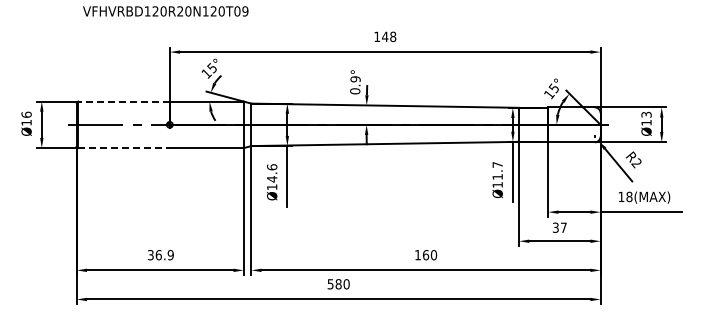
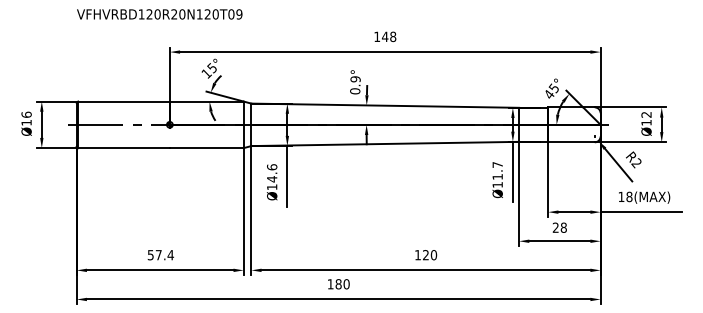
text at (165, 11) position: (165, 11) -> (159, 14)
text at (549, 94): 15° -> 45°
line at (124, 101): dashed -> solid
text at (646, 114): Ø13 -> Ø12
line at (124, 148): dashed -> solid
text at (559, 227): 37 -> 28
text at (161, 255): 36.9 -> 57.4
text at (425, 255): 160 -> 120
text at (330, 284): 580 -> 180
